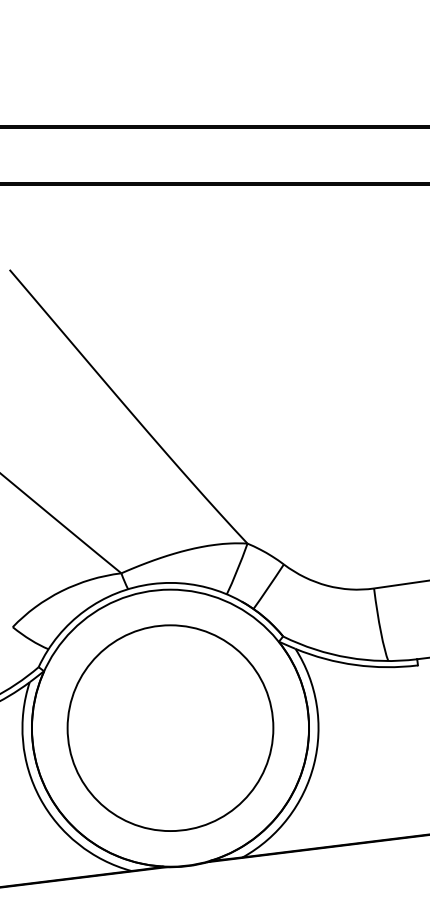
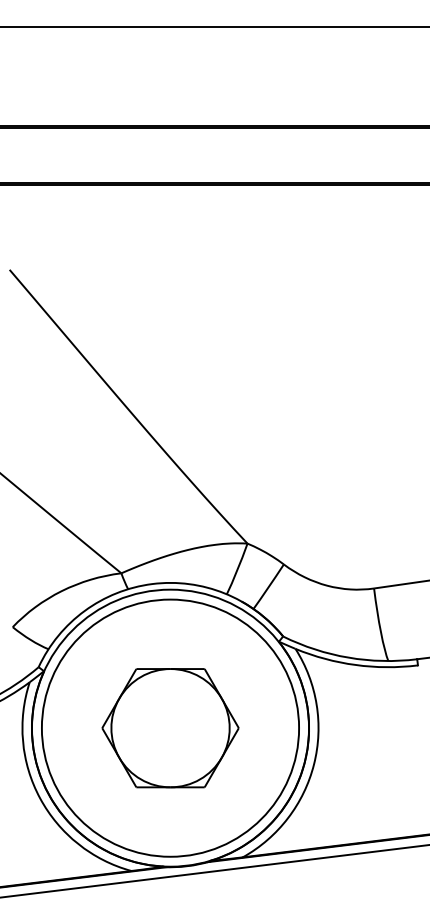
line at (214, 27): none -> present
circle at (170, 728) diameter: 206 px -> 257 px
part at (170, 728): none -> present
line at (214, 871): none -> present
